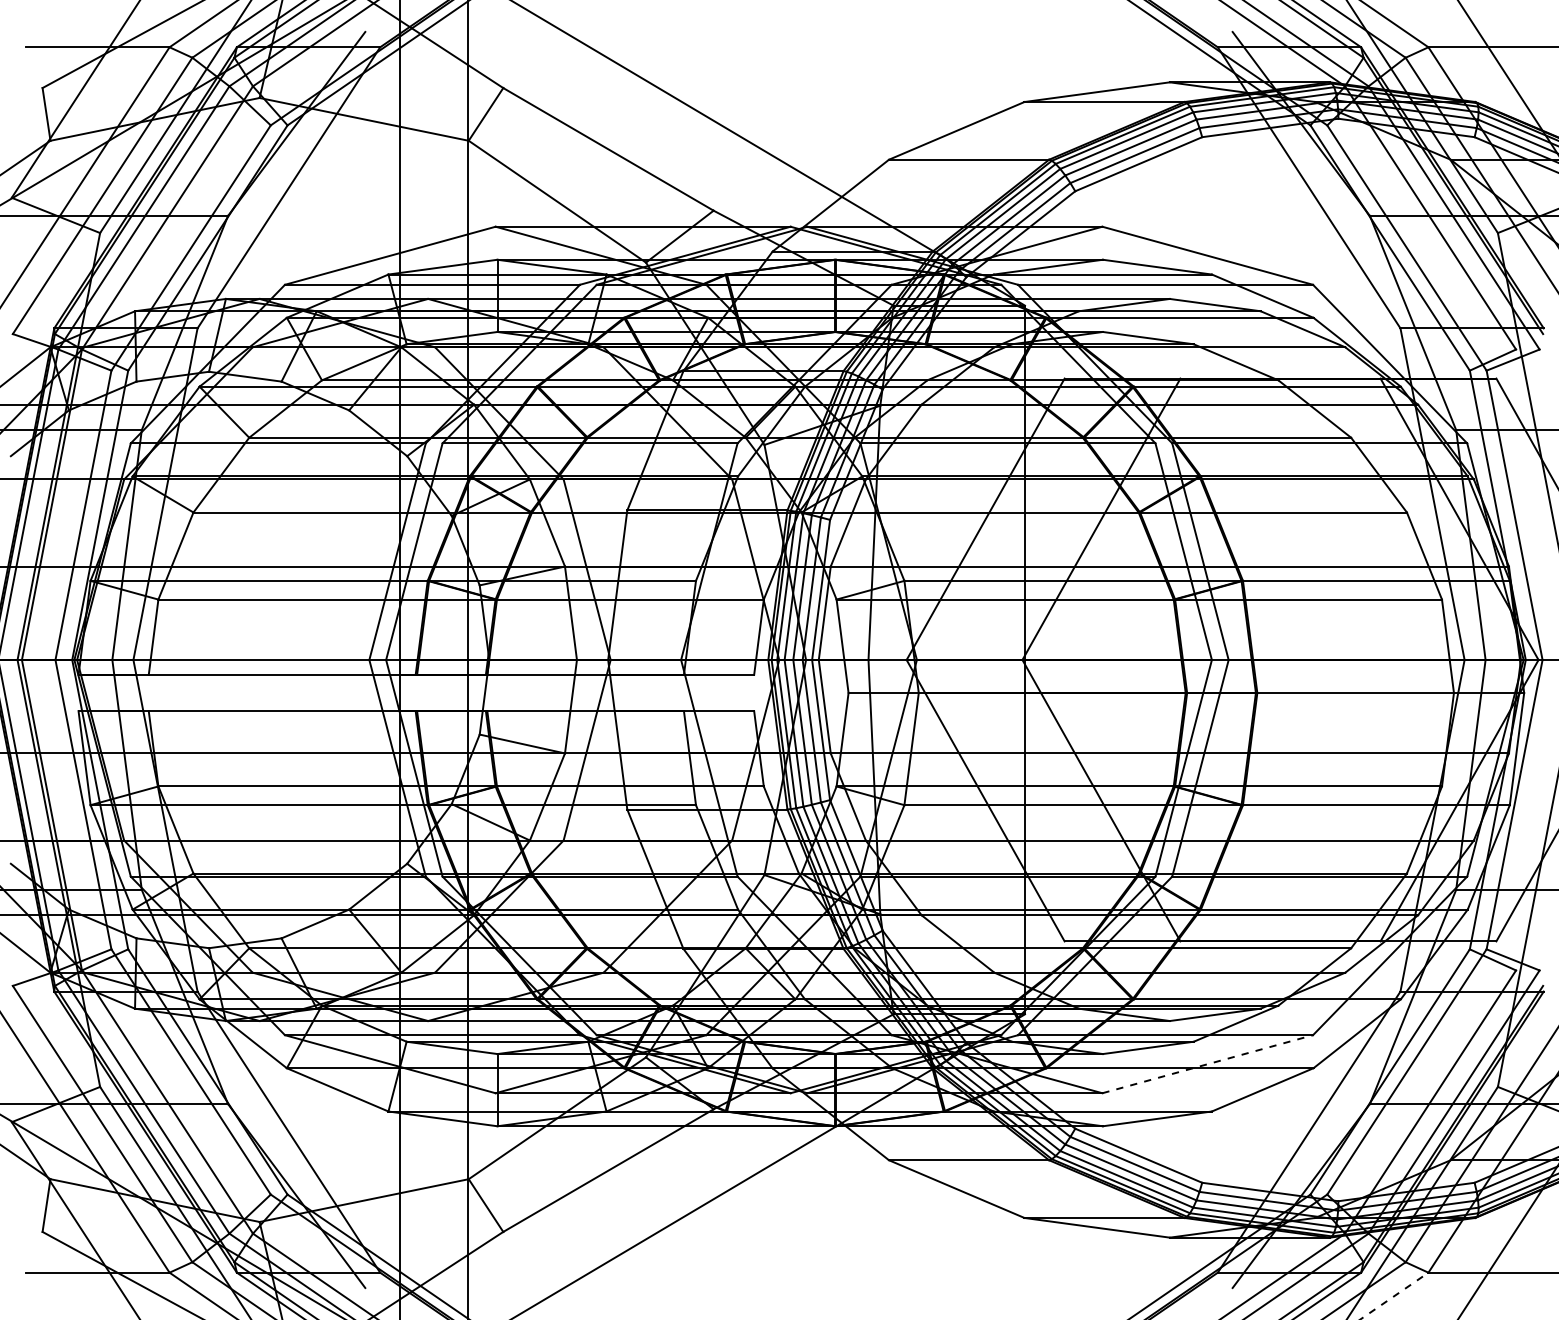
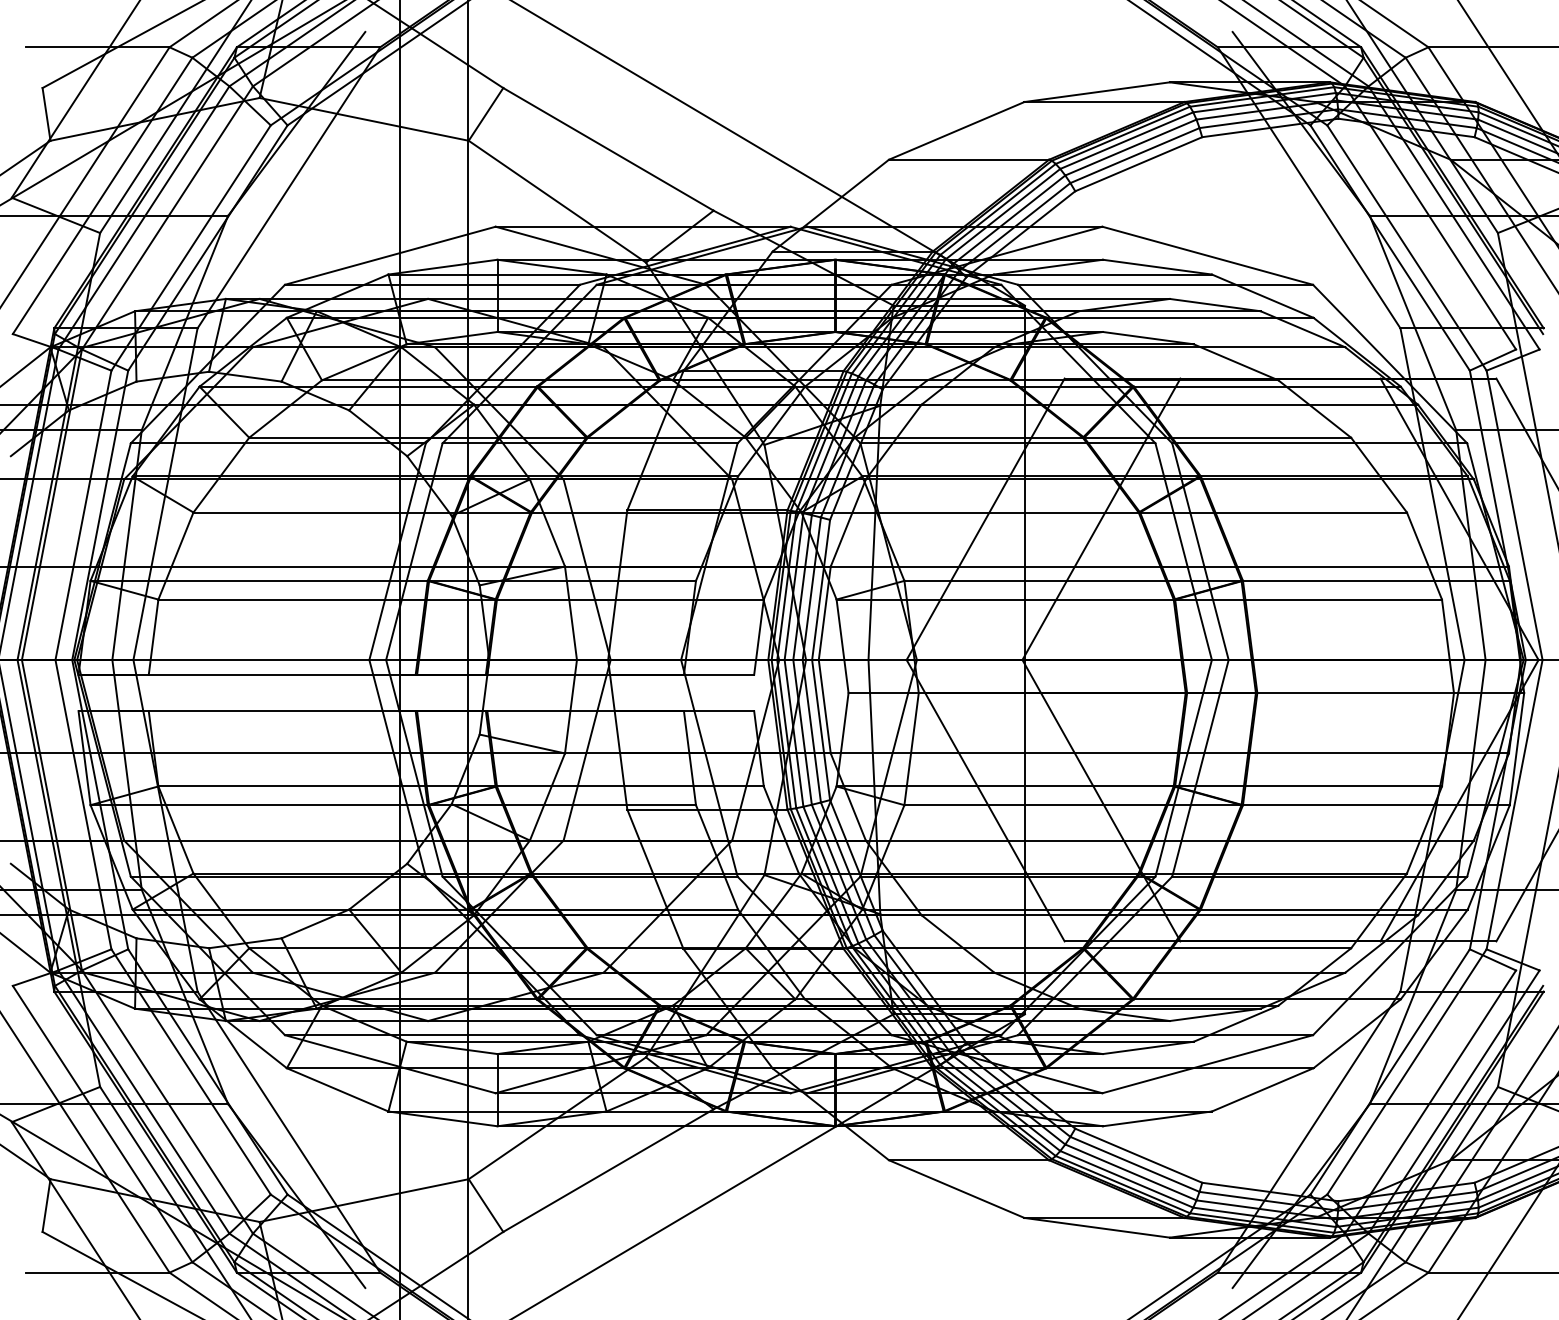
line at (1208, 1064): dashed -> solid
line at (1394, 1295): dashed -> solid
